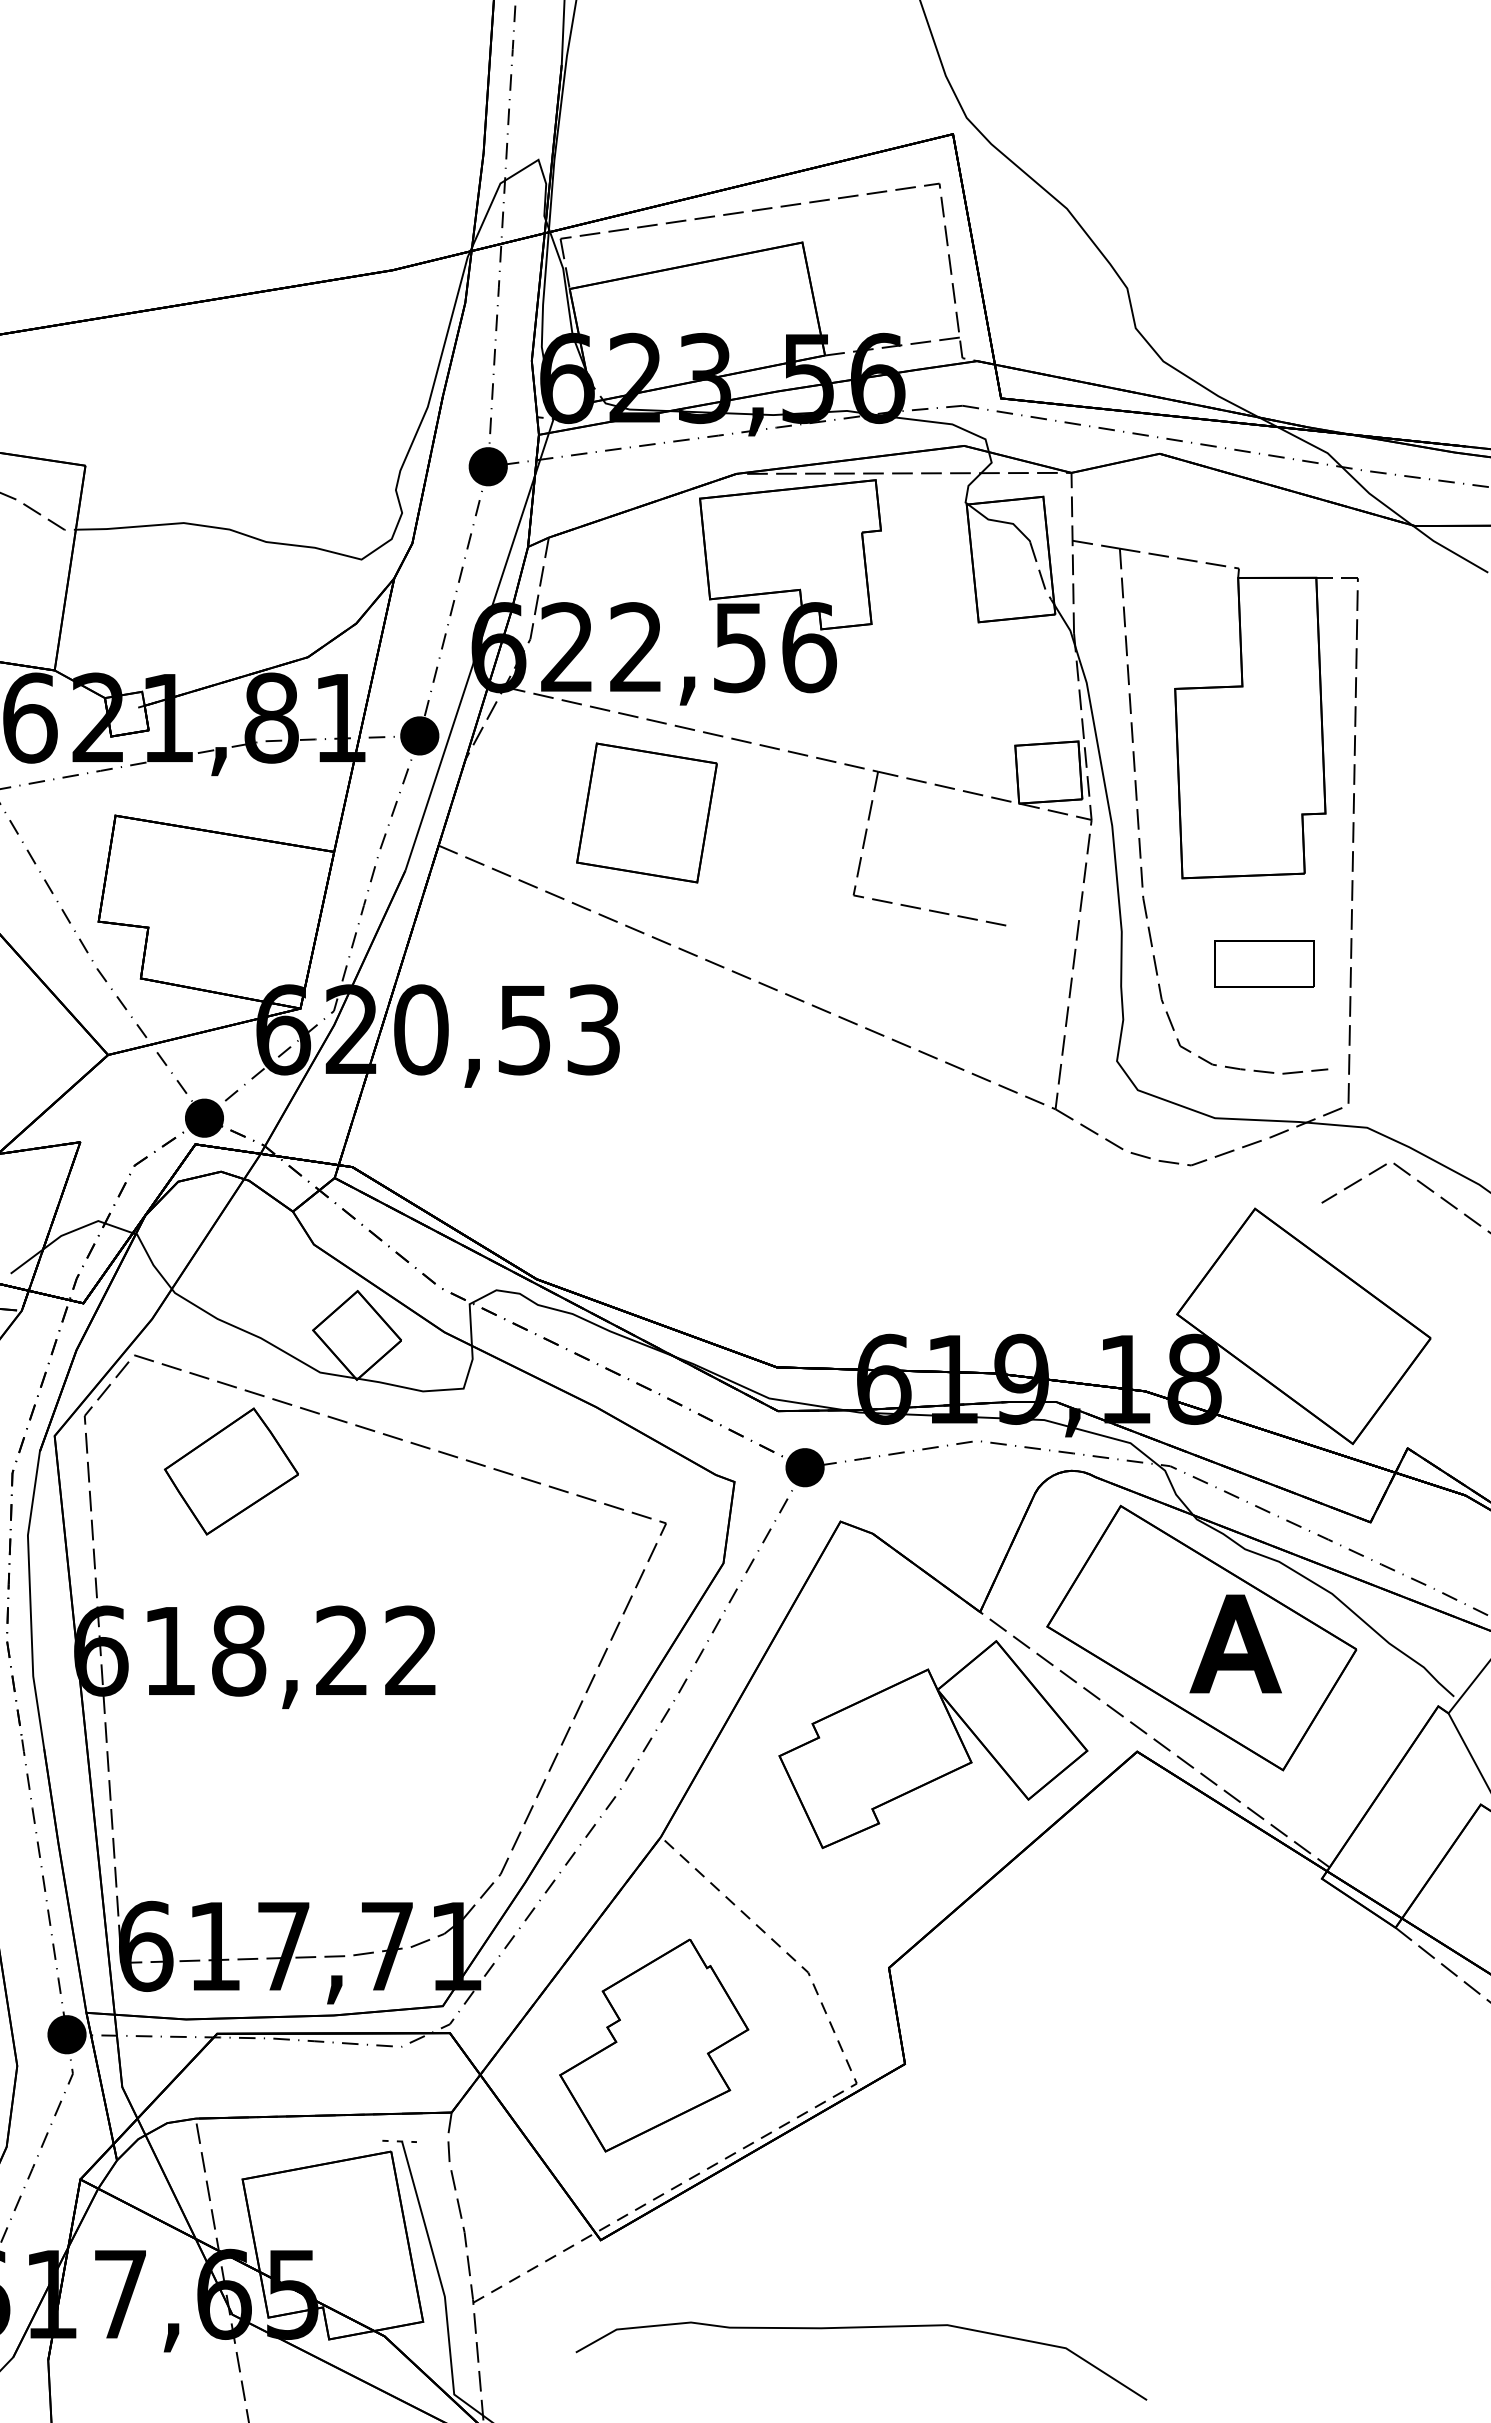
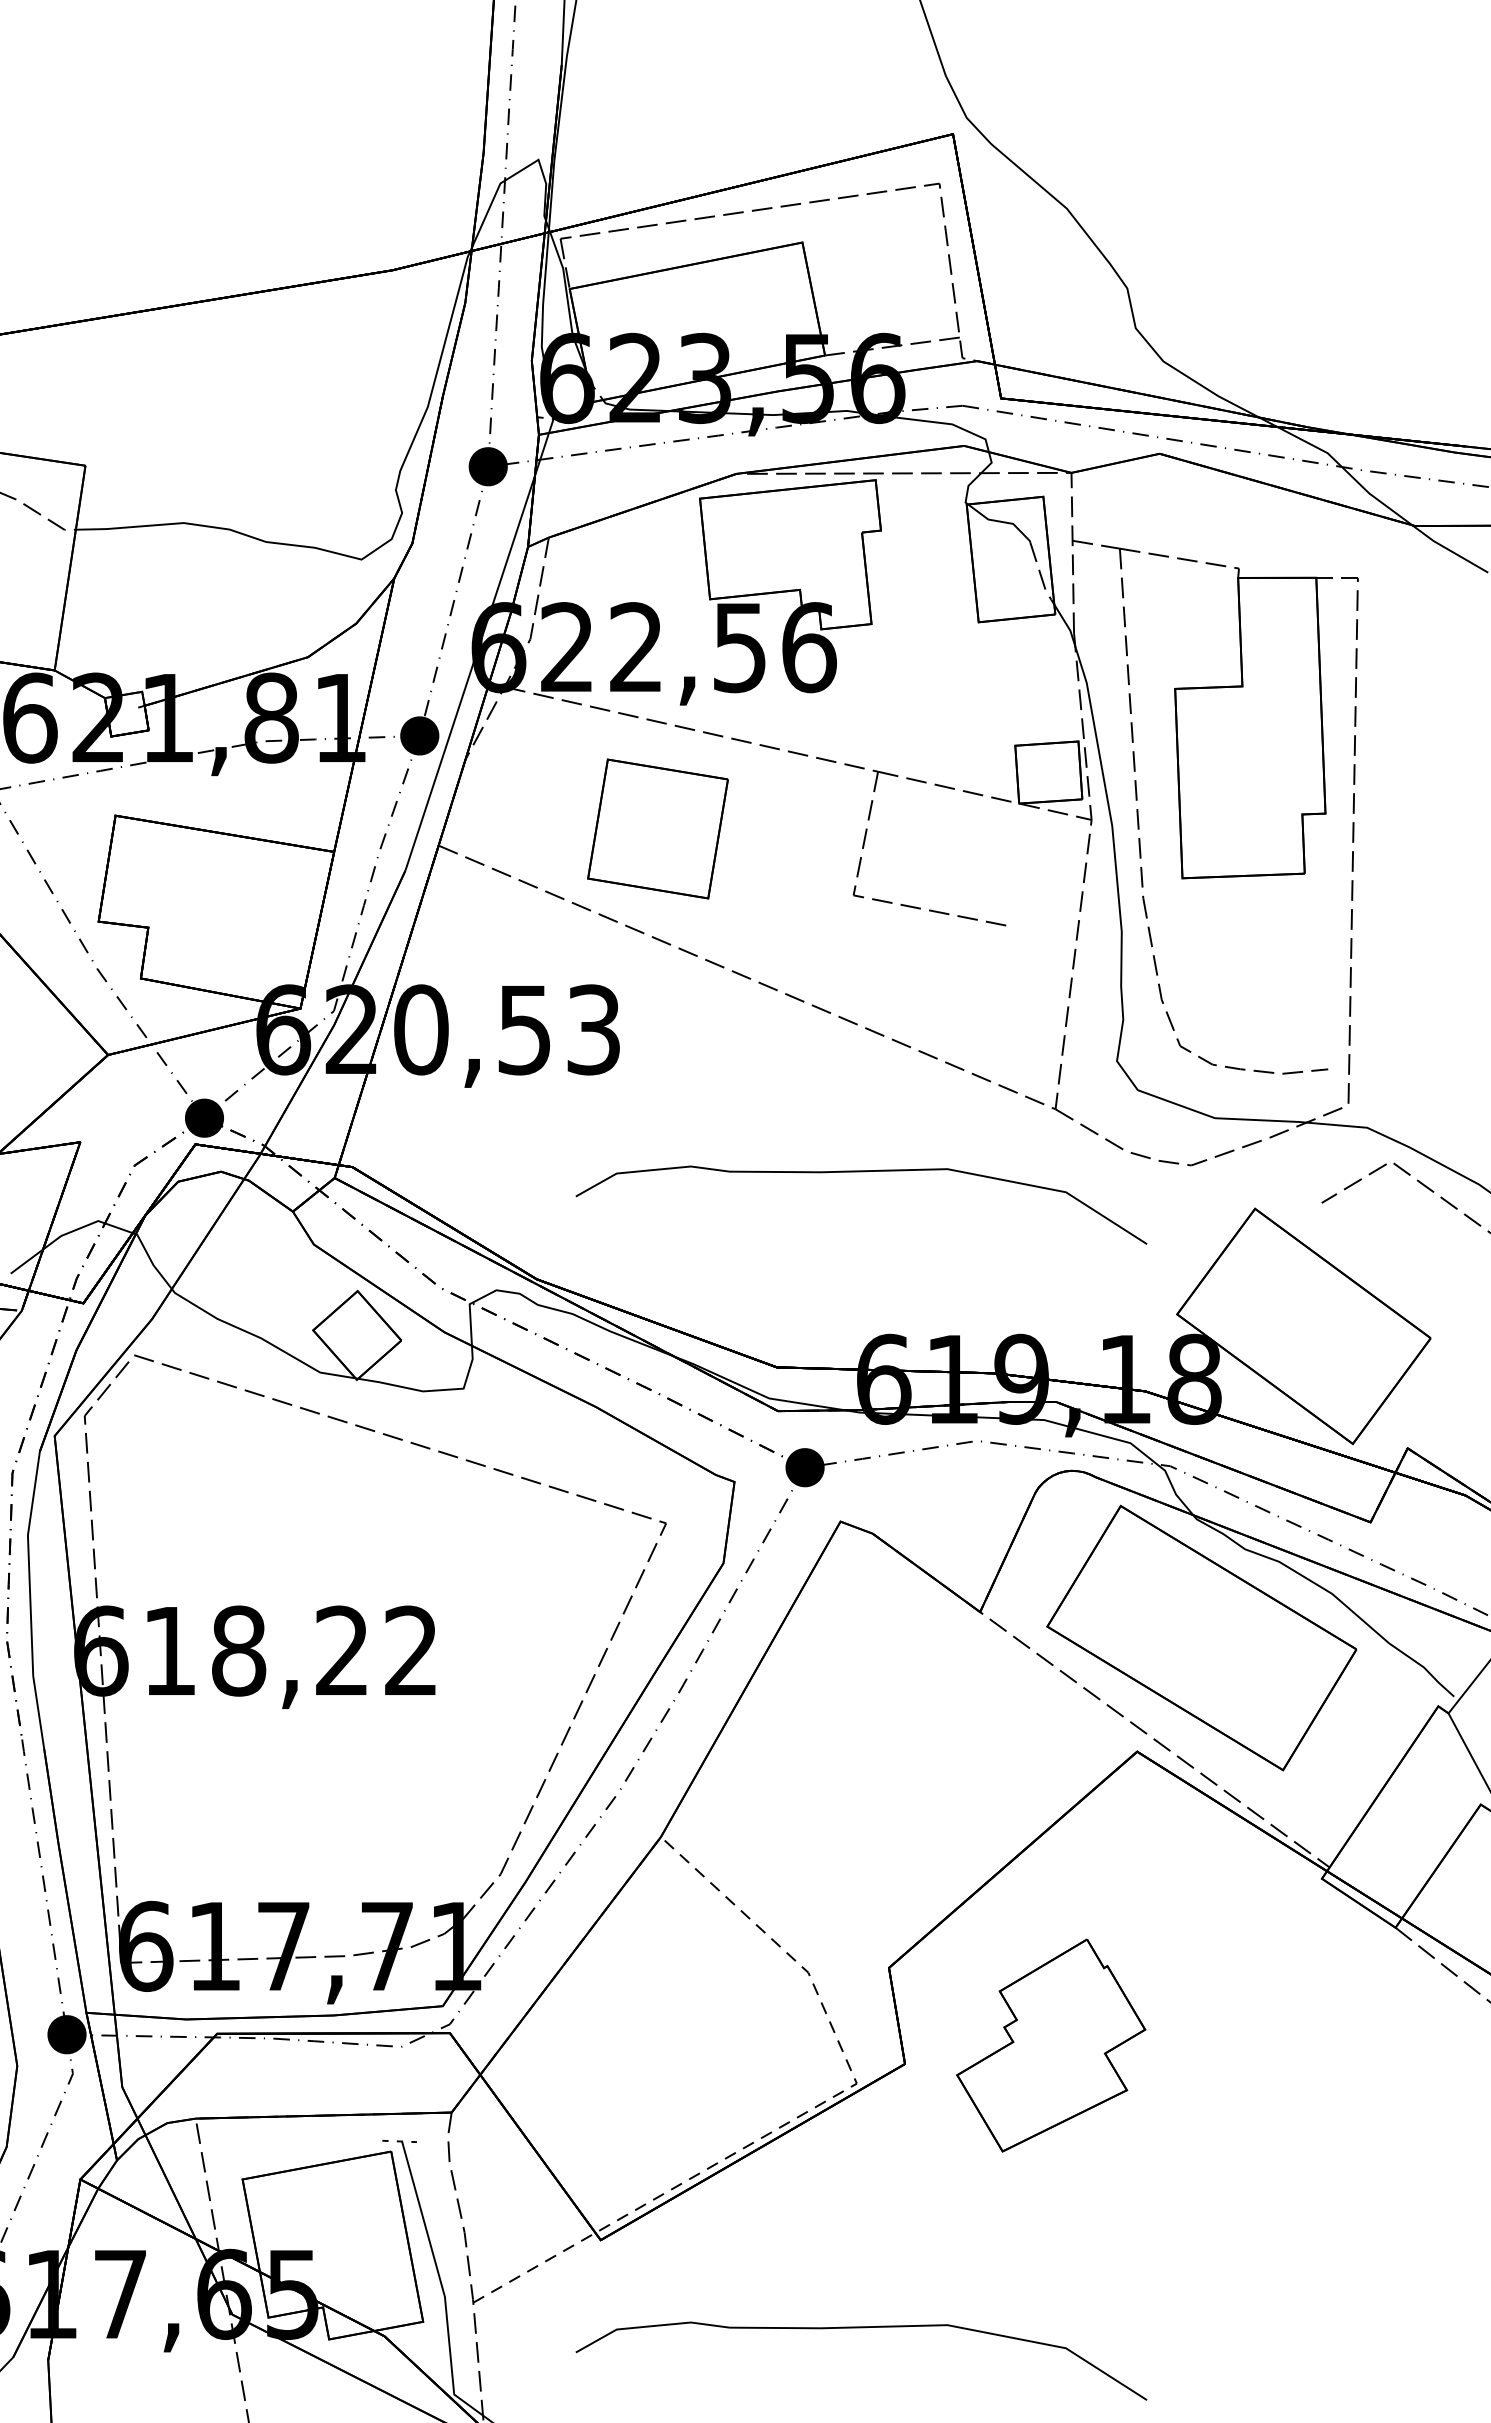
part at (646, 812) position: (646, 812) -> (657, 828)
part at (1264, 963): present -> none
curve at (861, 1172): none -> present
part at (231, 1471): present -> none
part at (1235, 1643): present -> none
part at (933, 1744): present -> none
part at (654, 2045) position: (654, 2045) -> (1051, 2045)
